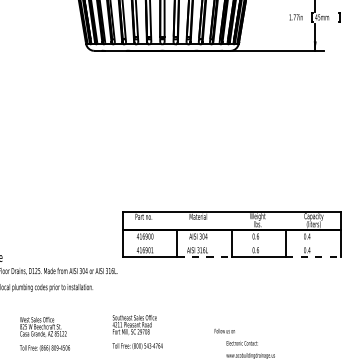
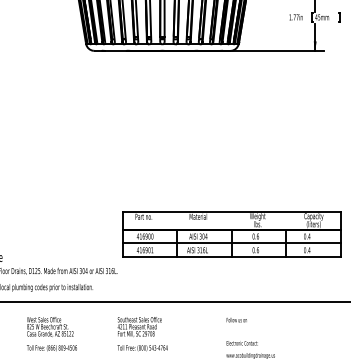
line at (231, 243): none -> present
line at (204, 257): dashed -> solid
line at (313, 257): dashed -> solid
line at (174, 302): none -> present
text at (224, 331) position: (224, 331) -> (236, 320)
text at (137, 332) position: (137, 332) -> (142, 334)
text at (44, 334) position: (44, 334) -> (51, 334)
